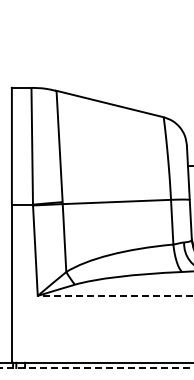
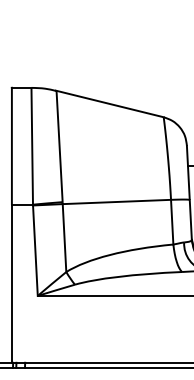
line at (115, 295): dashed -> solid
line at (97, 368): dashed -> solid
